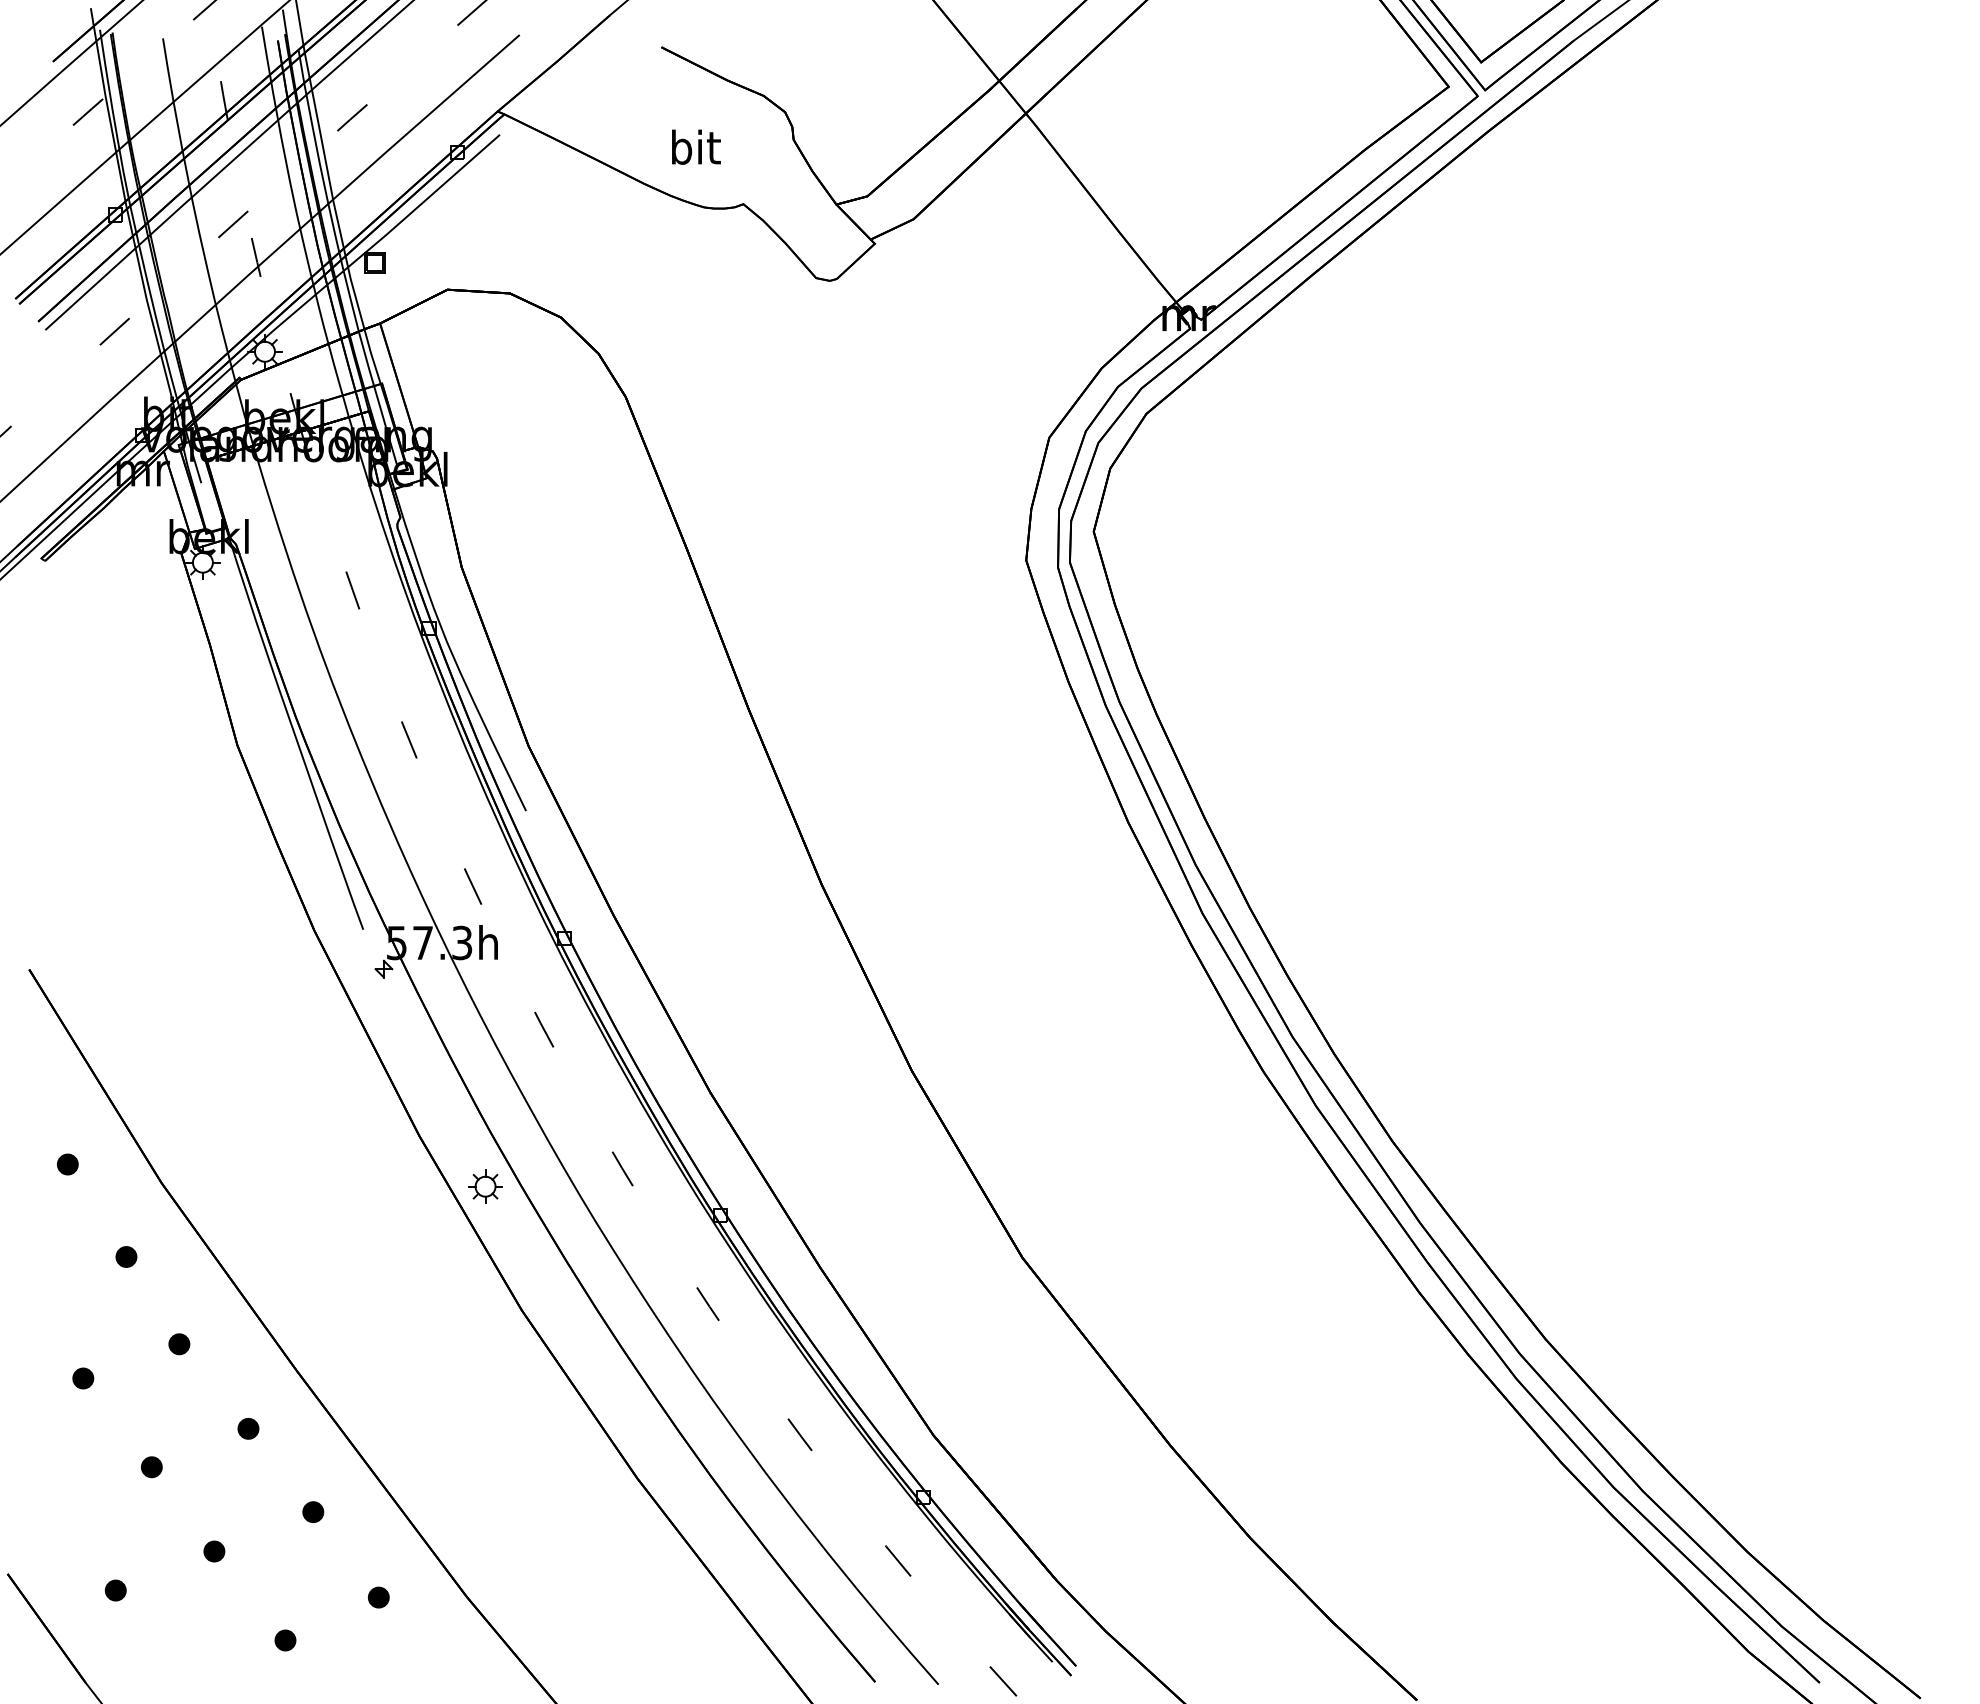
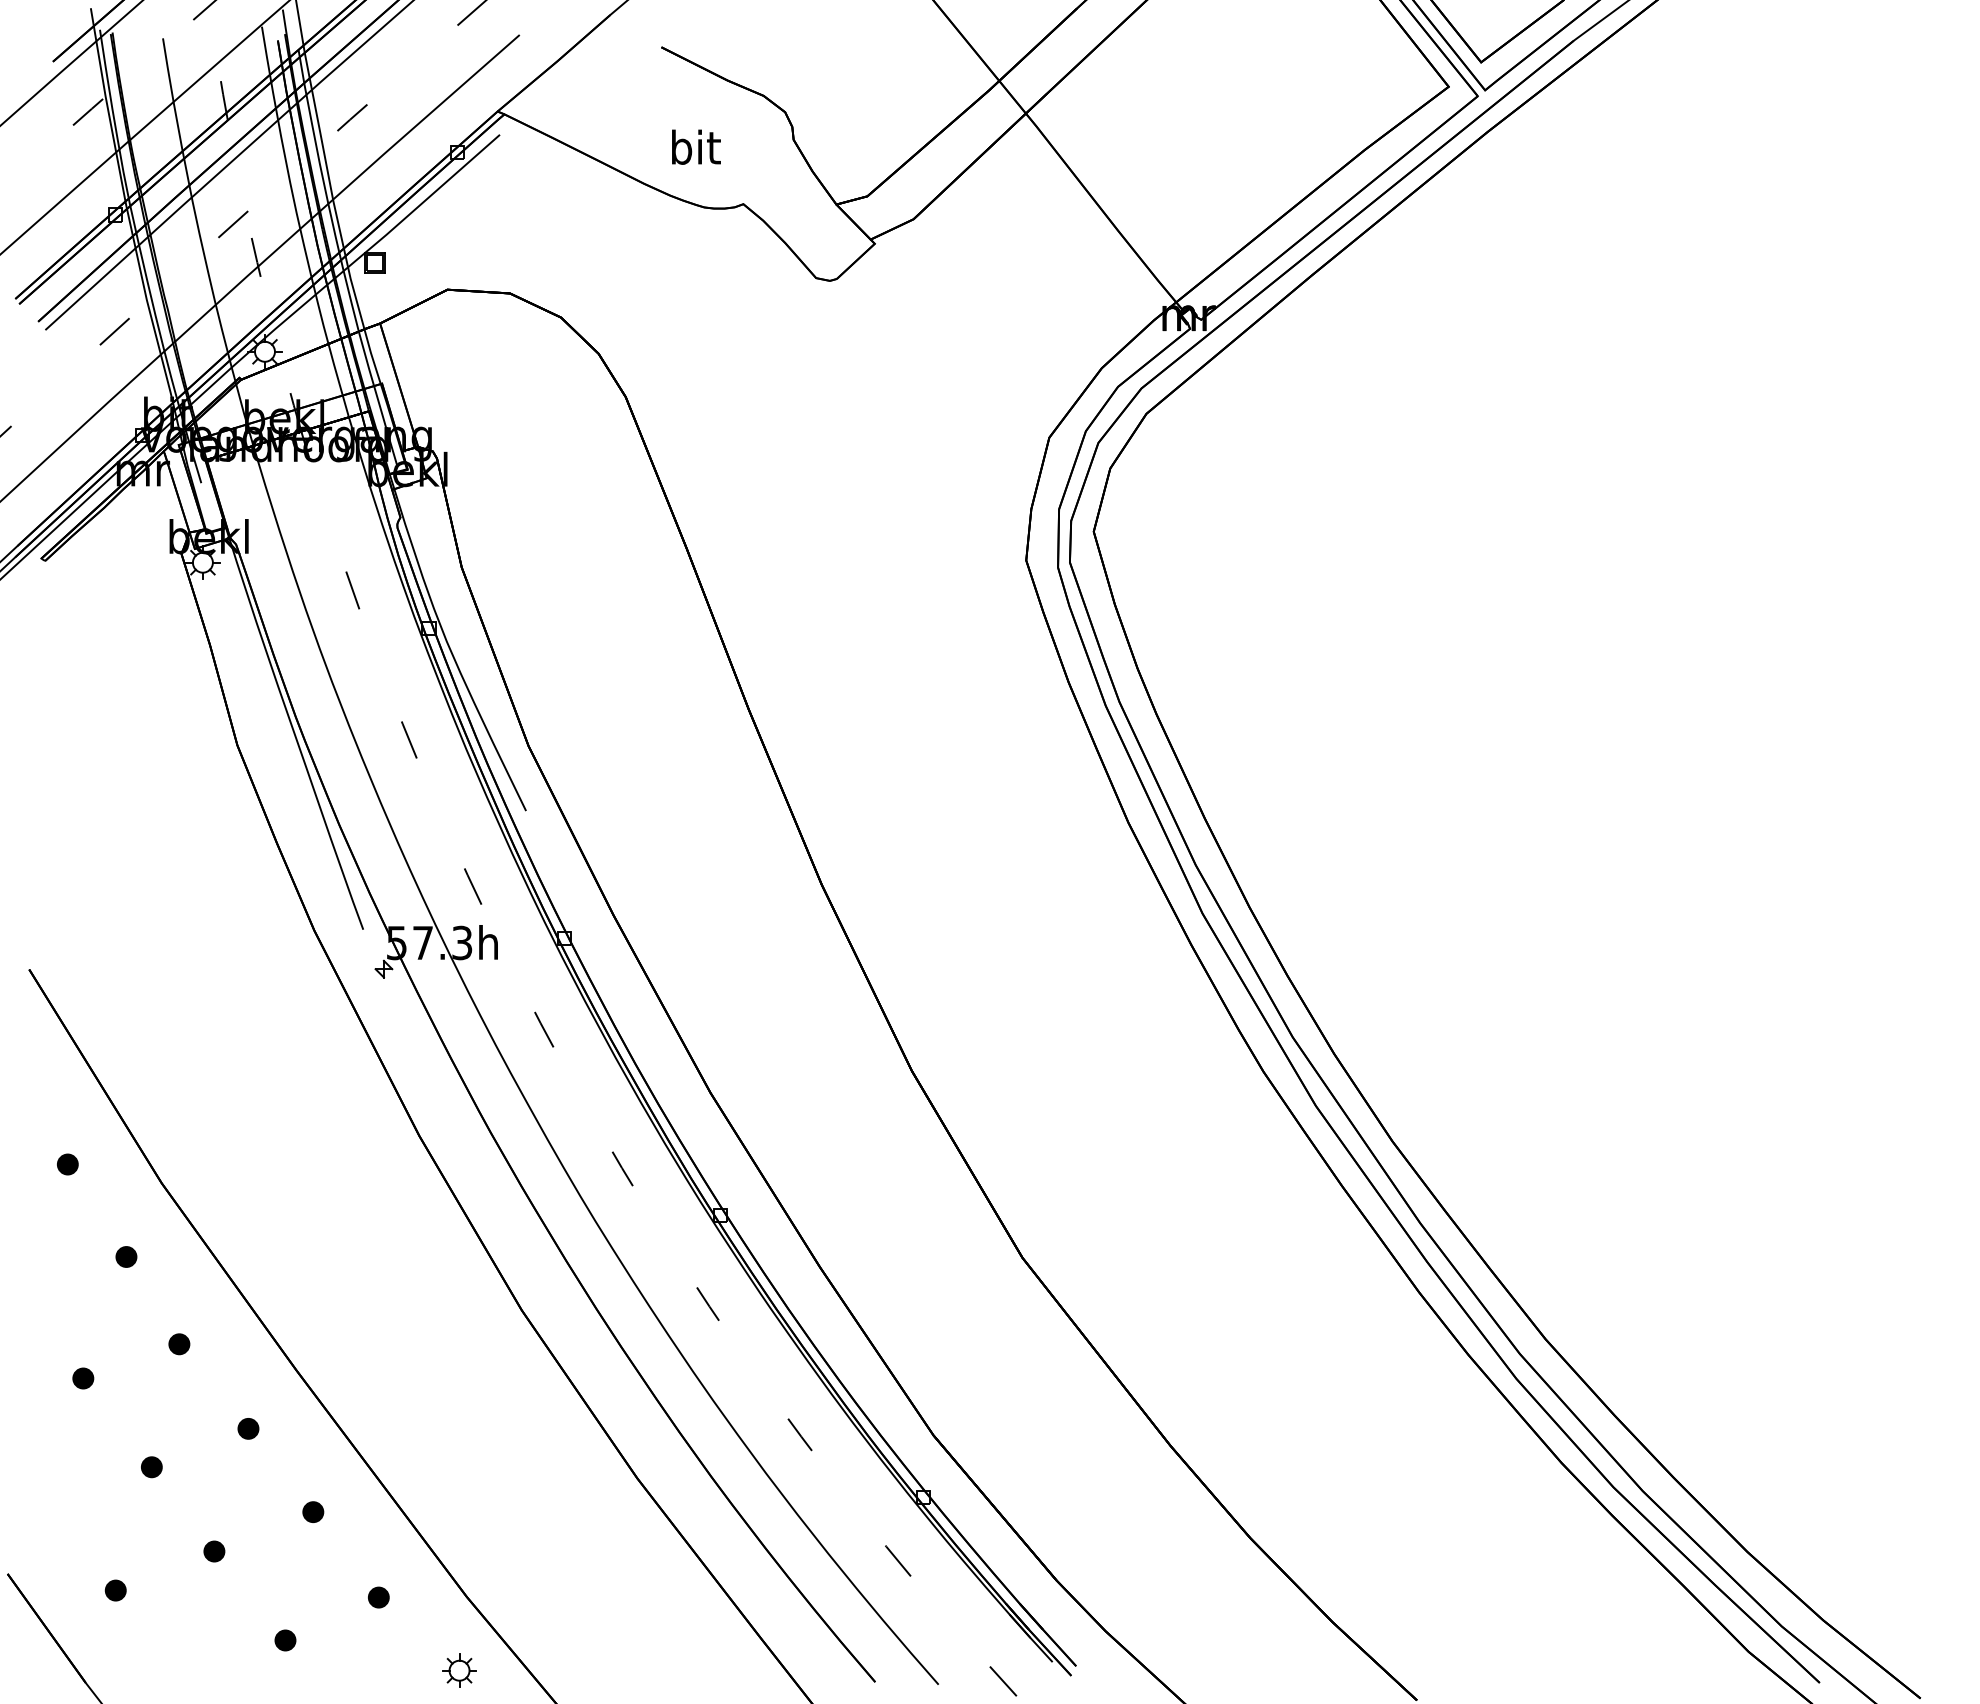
part at (485, 1186) position: (485, 1186) -> (459, 1670)
